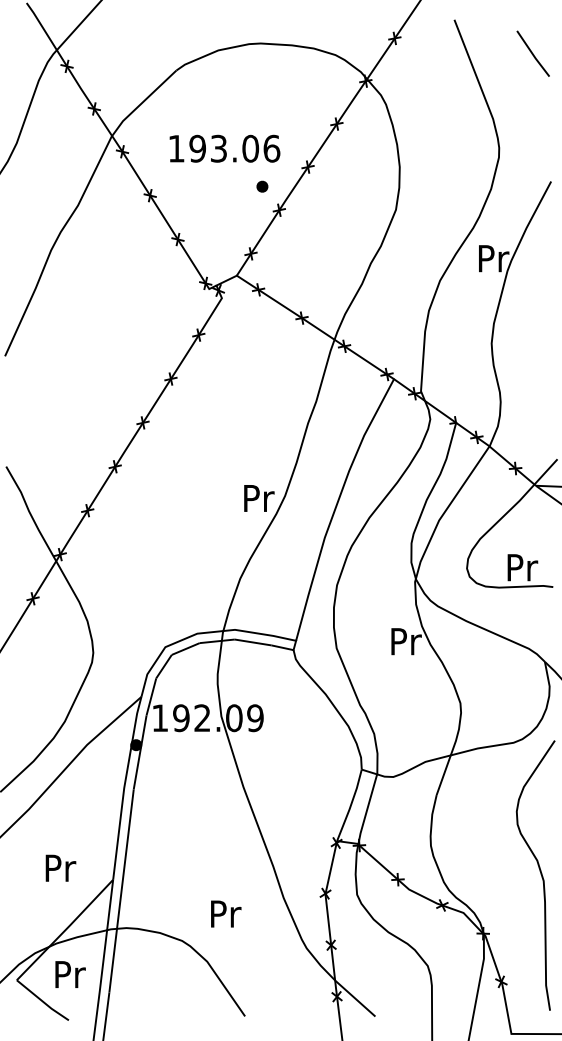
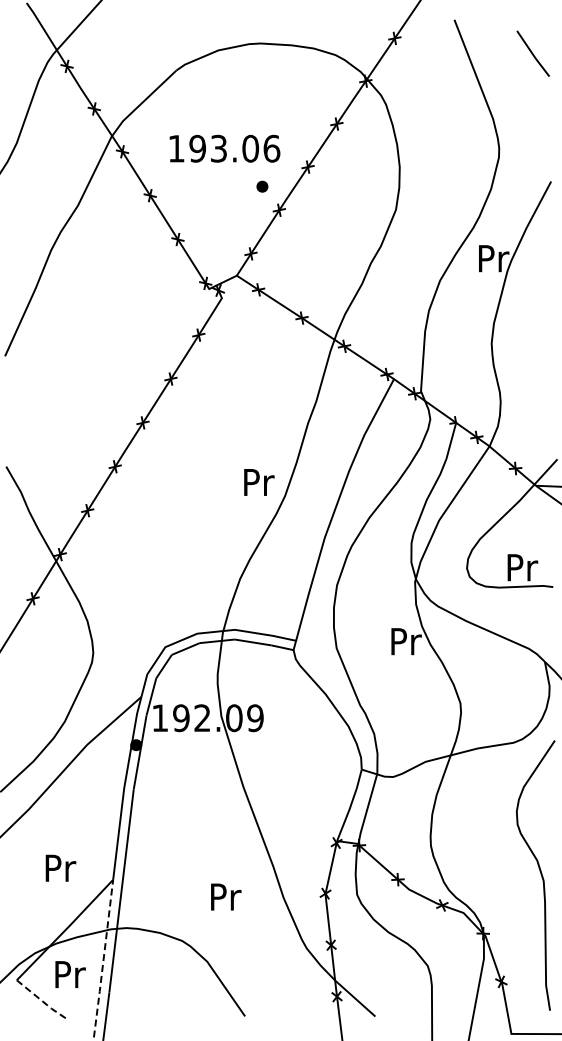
text at (259, 498) position: (259, 498) -> (259, 482)
text at (226, 913) position: (226, 913) -> (226, 896)
line at (103, 960): solid -> dashed
line at (42, 1001): solid -> dashed
